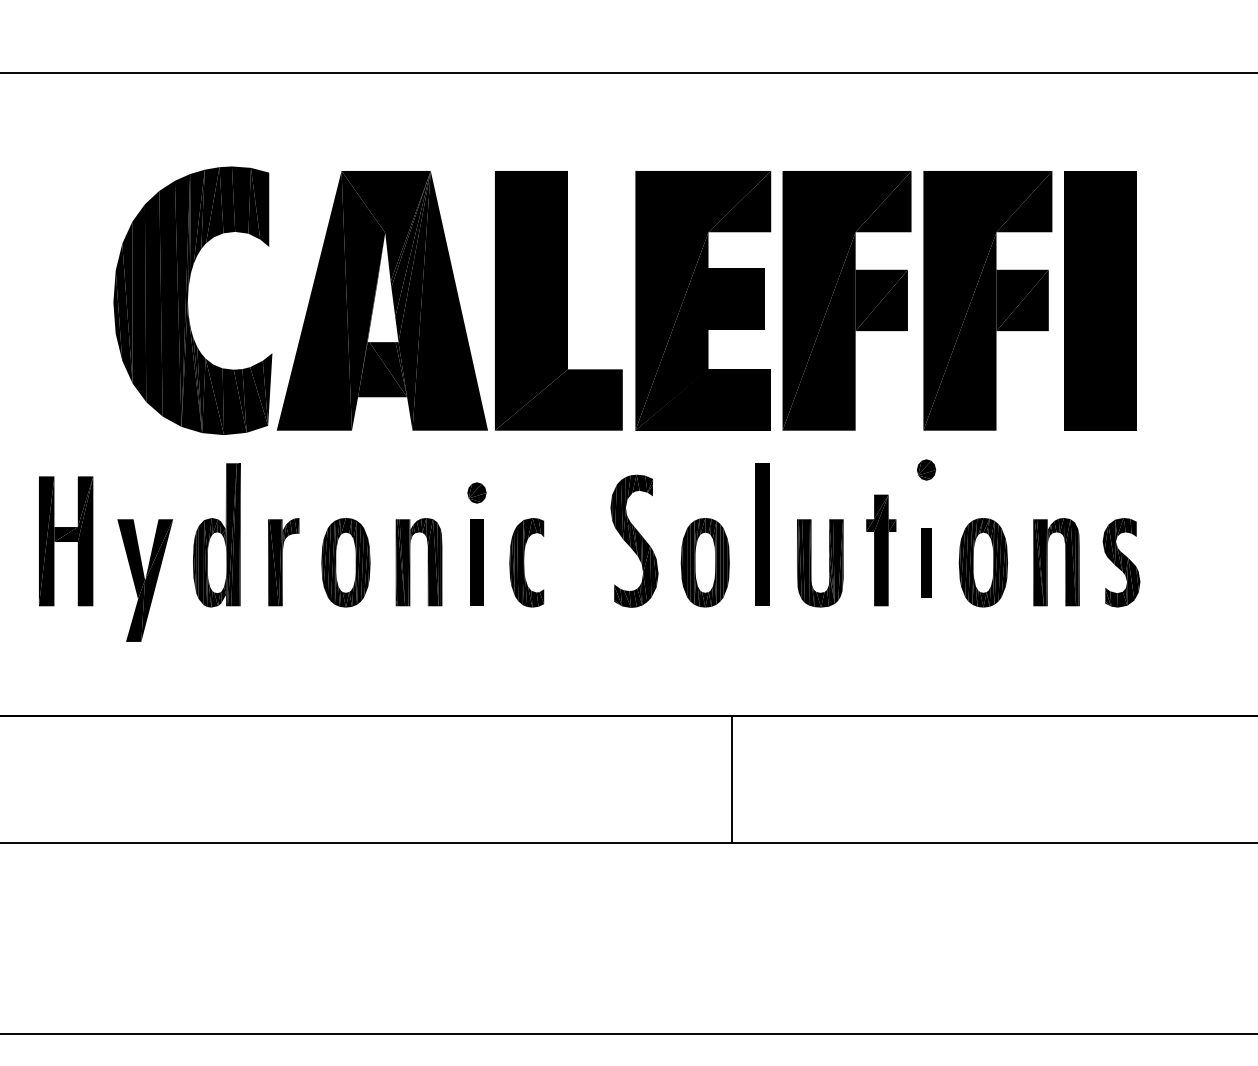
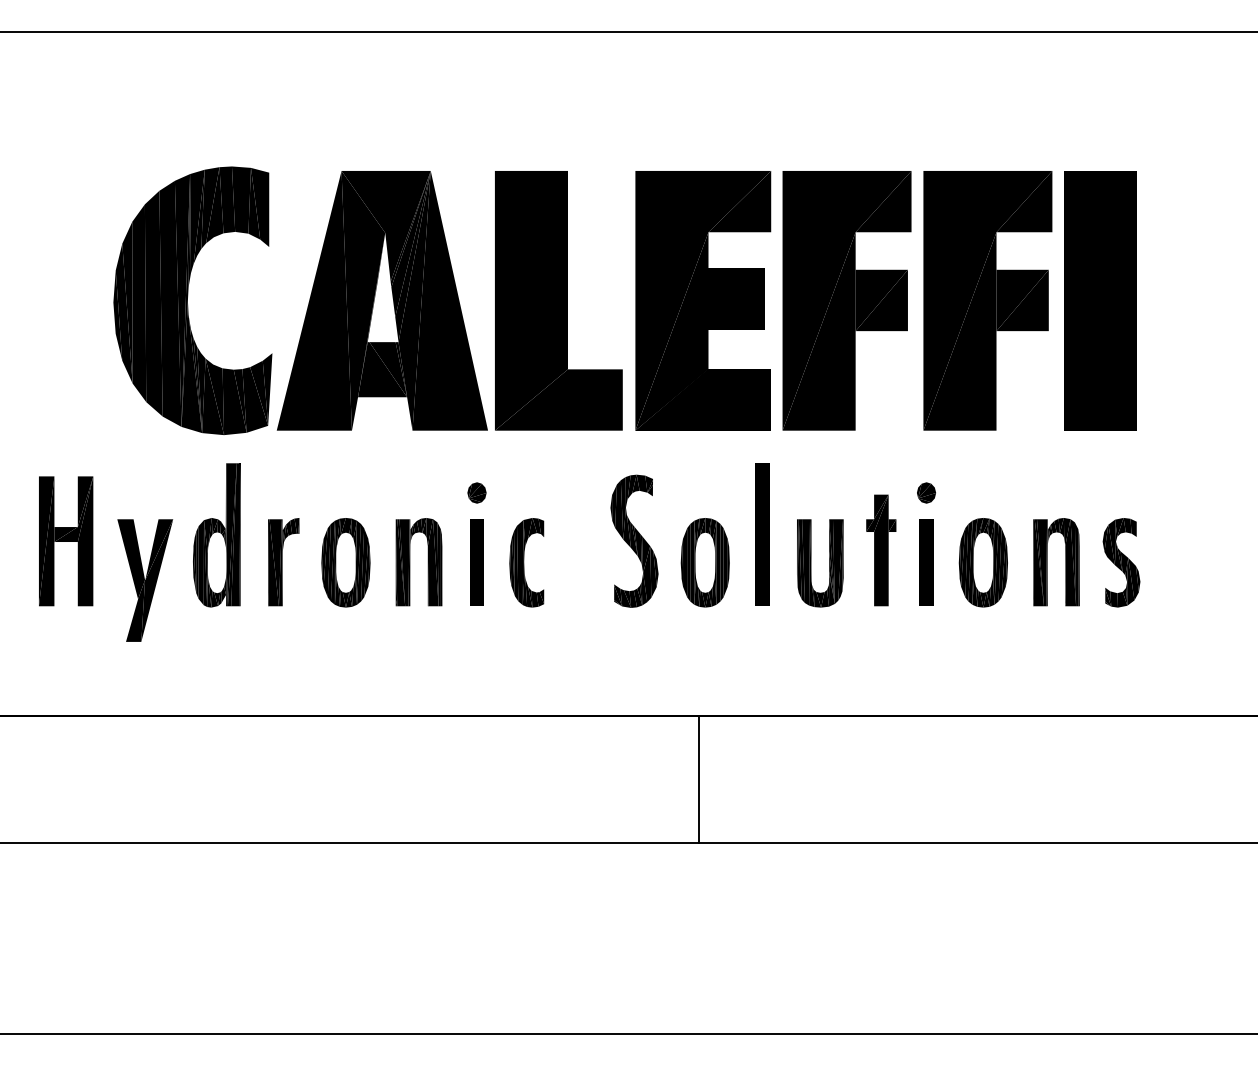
line at (628, 73) position: (628, 73) -> (628, 32)
part at (926, 469) position: (926, 469) -> (926, 492)
part at (926, 562) size: 11x70 px -> 15x87 px
line at (731, 779) position: (731, 779) -> (698, 779)
